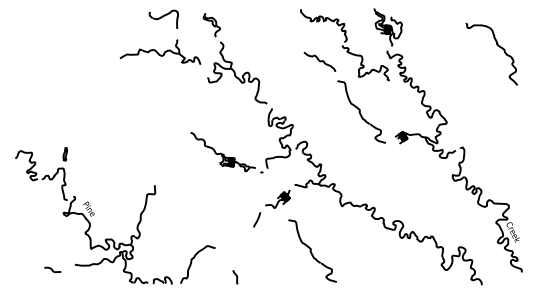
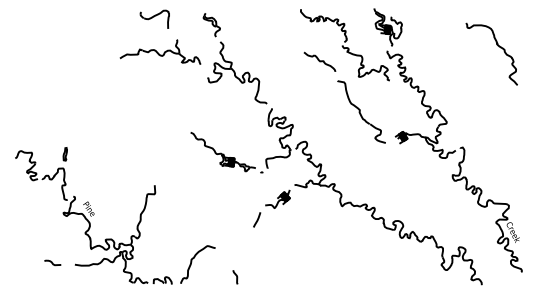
part at (163, 18) position: (163, 18) -> (154, 18)
part at (312, 250): present -> none
curve at (52, 269) position: (52, 269) -> (52, 262)
